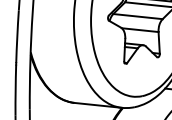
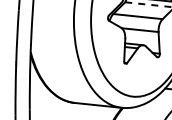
line at (148, 4): solid -> dashed
